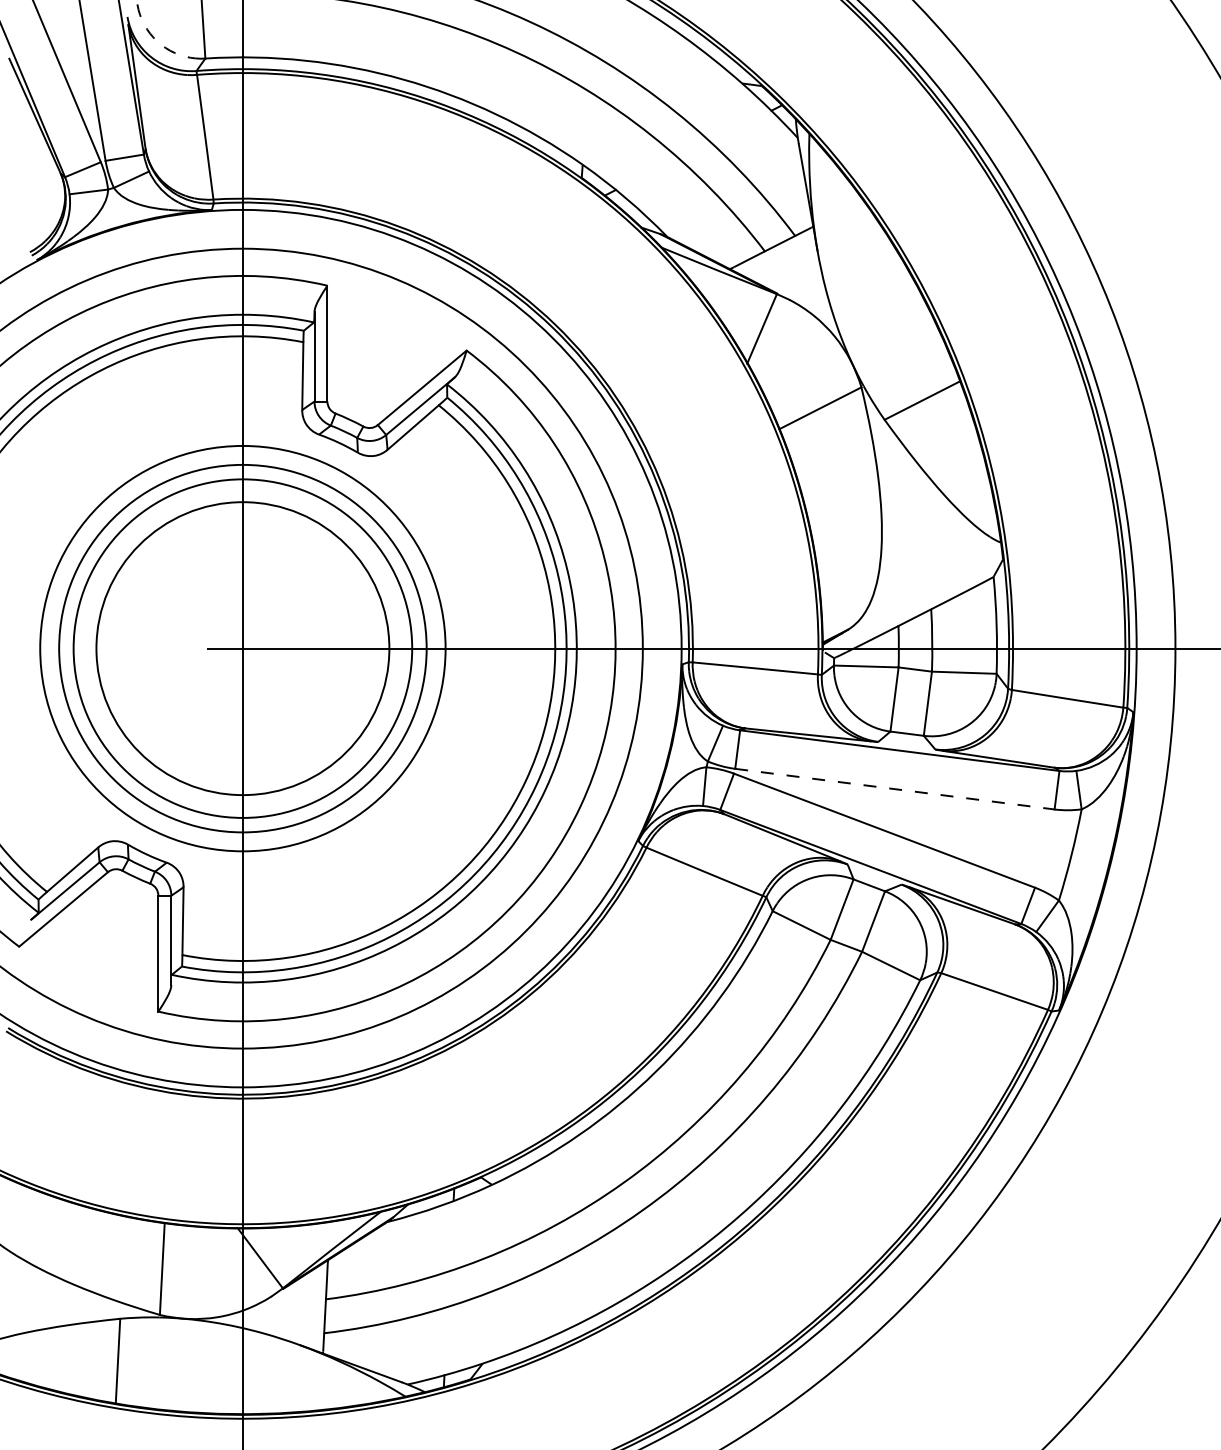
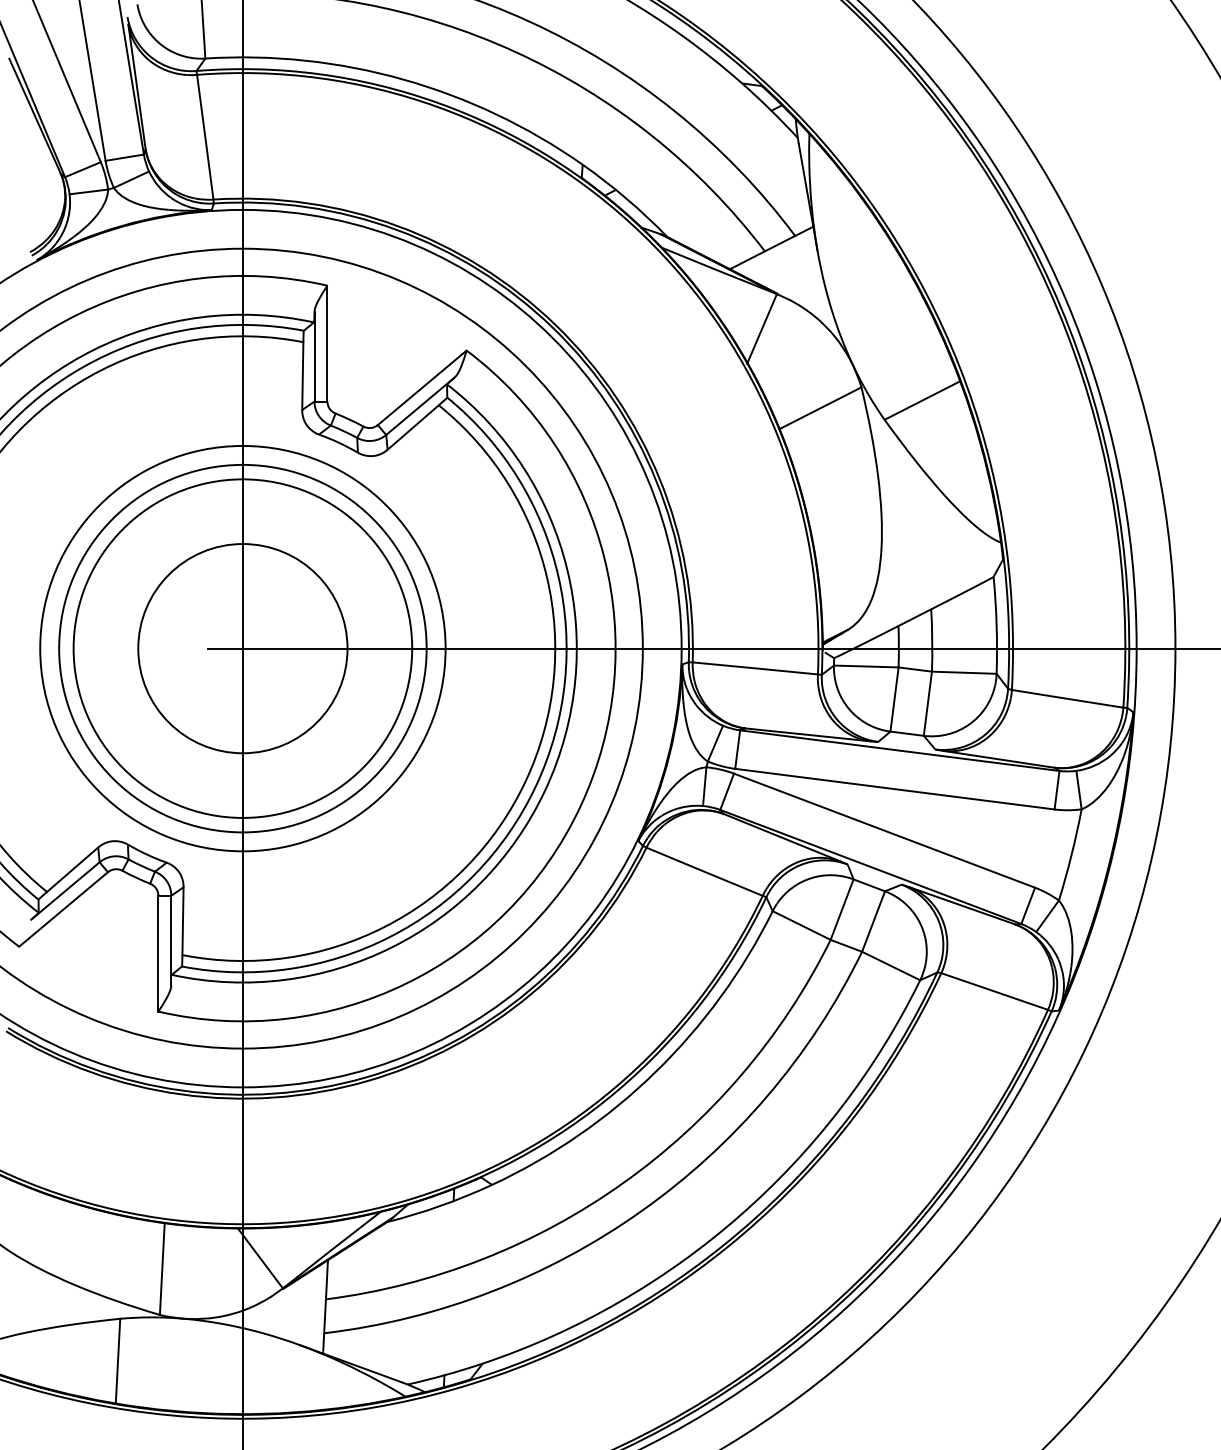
arc at (157, 41): dashed -> solid
circle at (242, 648) diameter: 293 px -> 209 px
line at (894, 789): dashed -> solid
